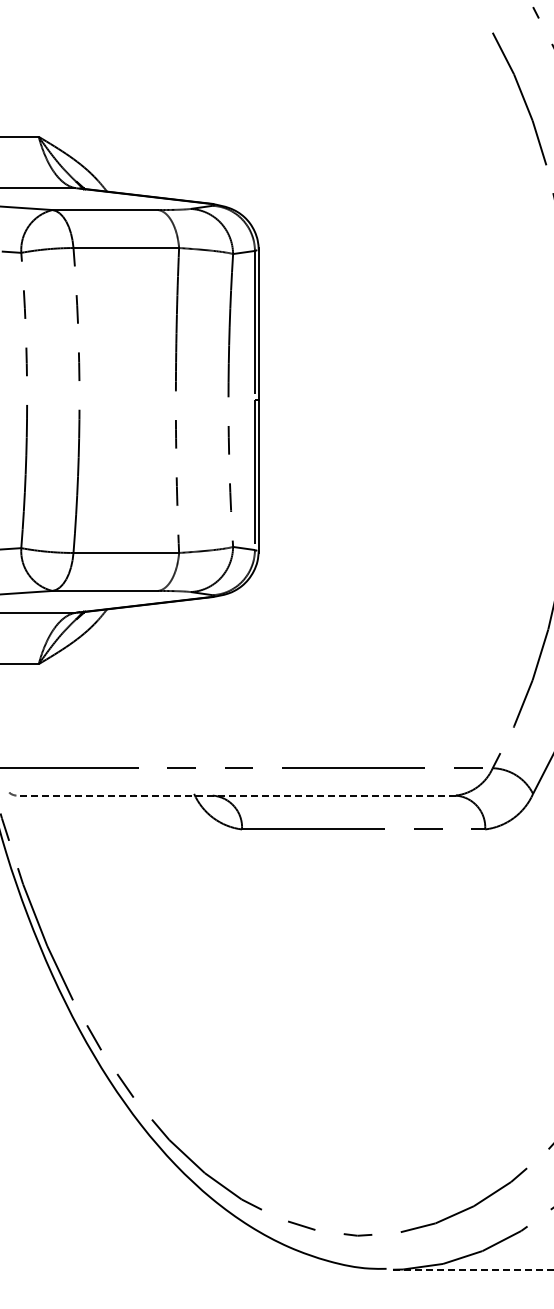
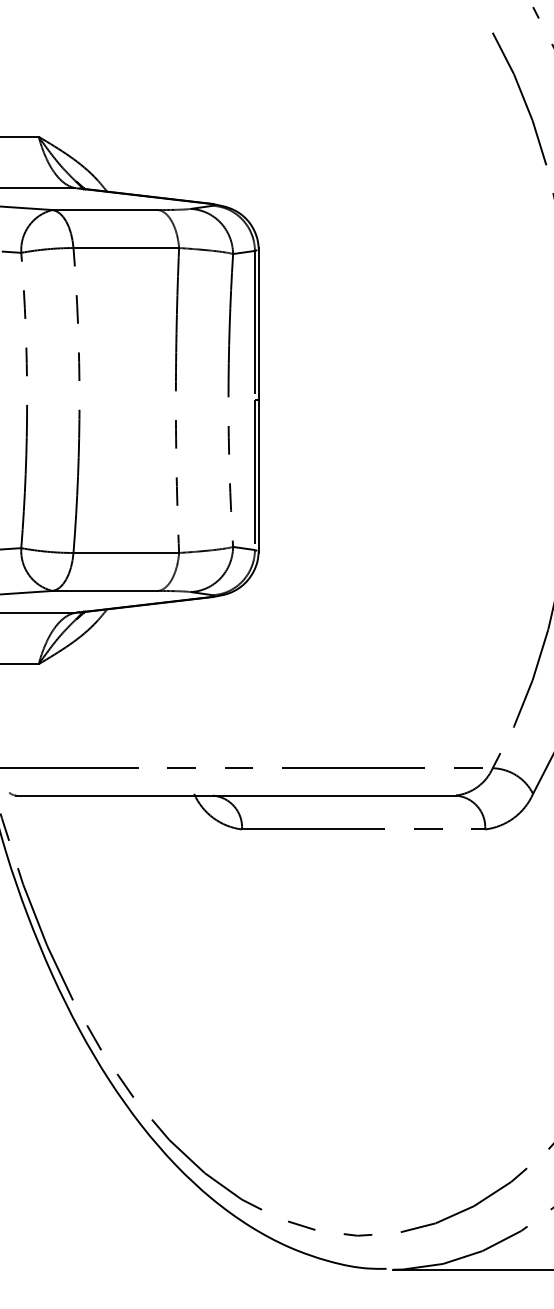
line at (236, 795): dashed -> solid
line at (473, 1269): dashed -> solid
